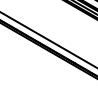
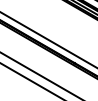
line at (40, 75): none -> present
line at (31, 80): none -> present
